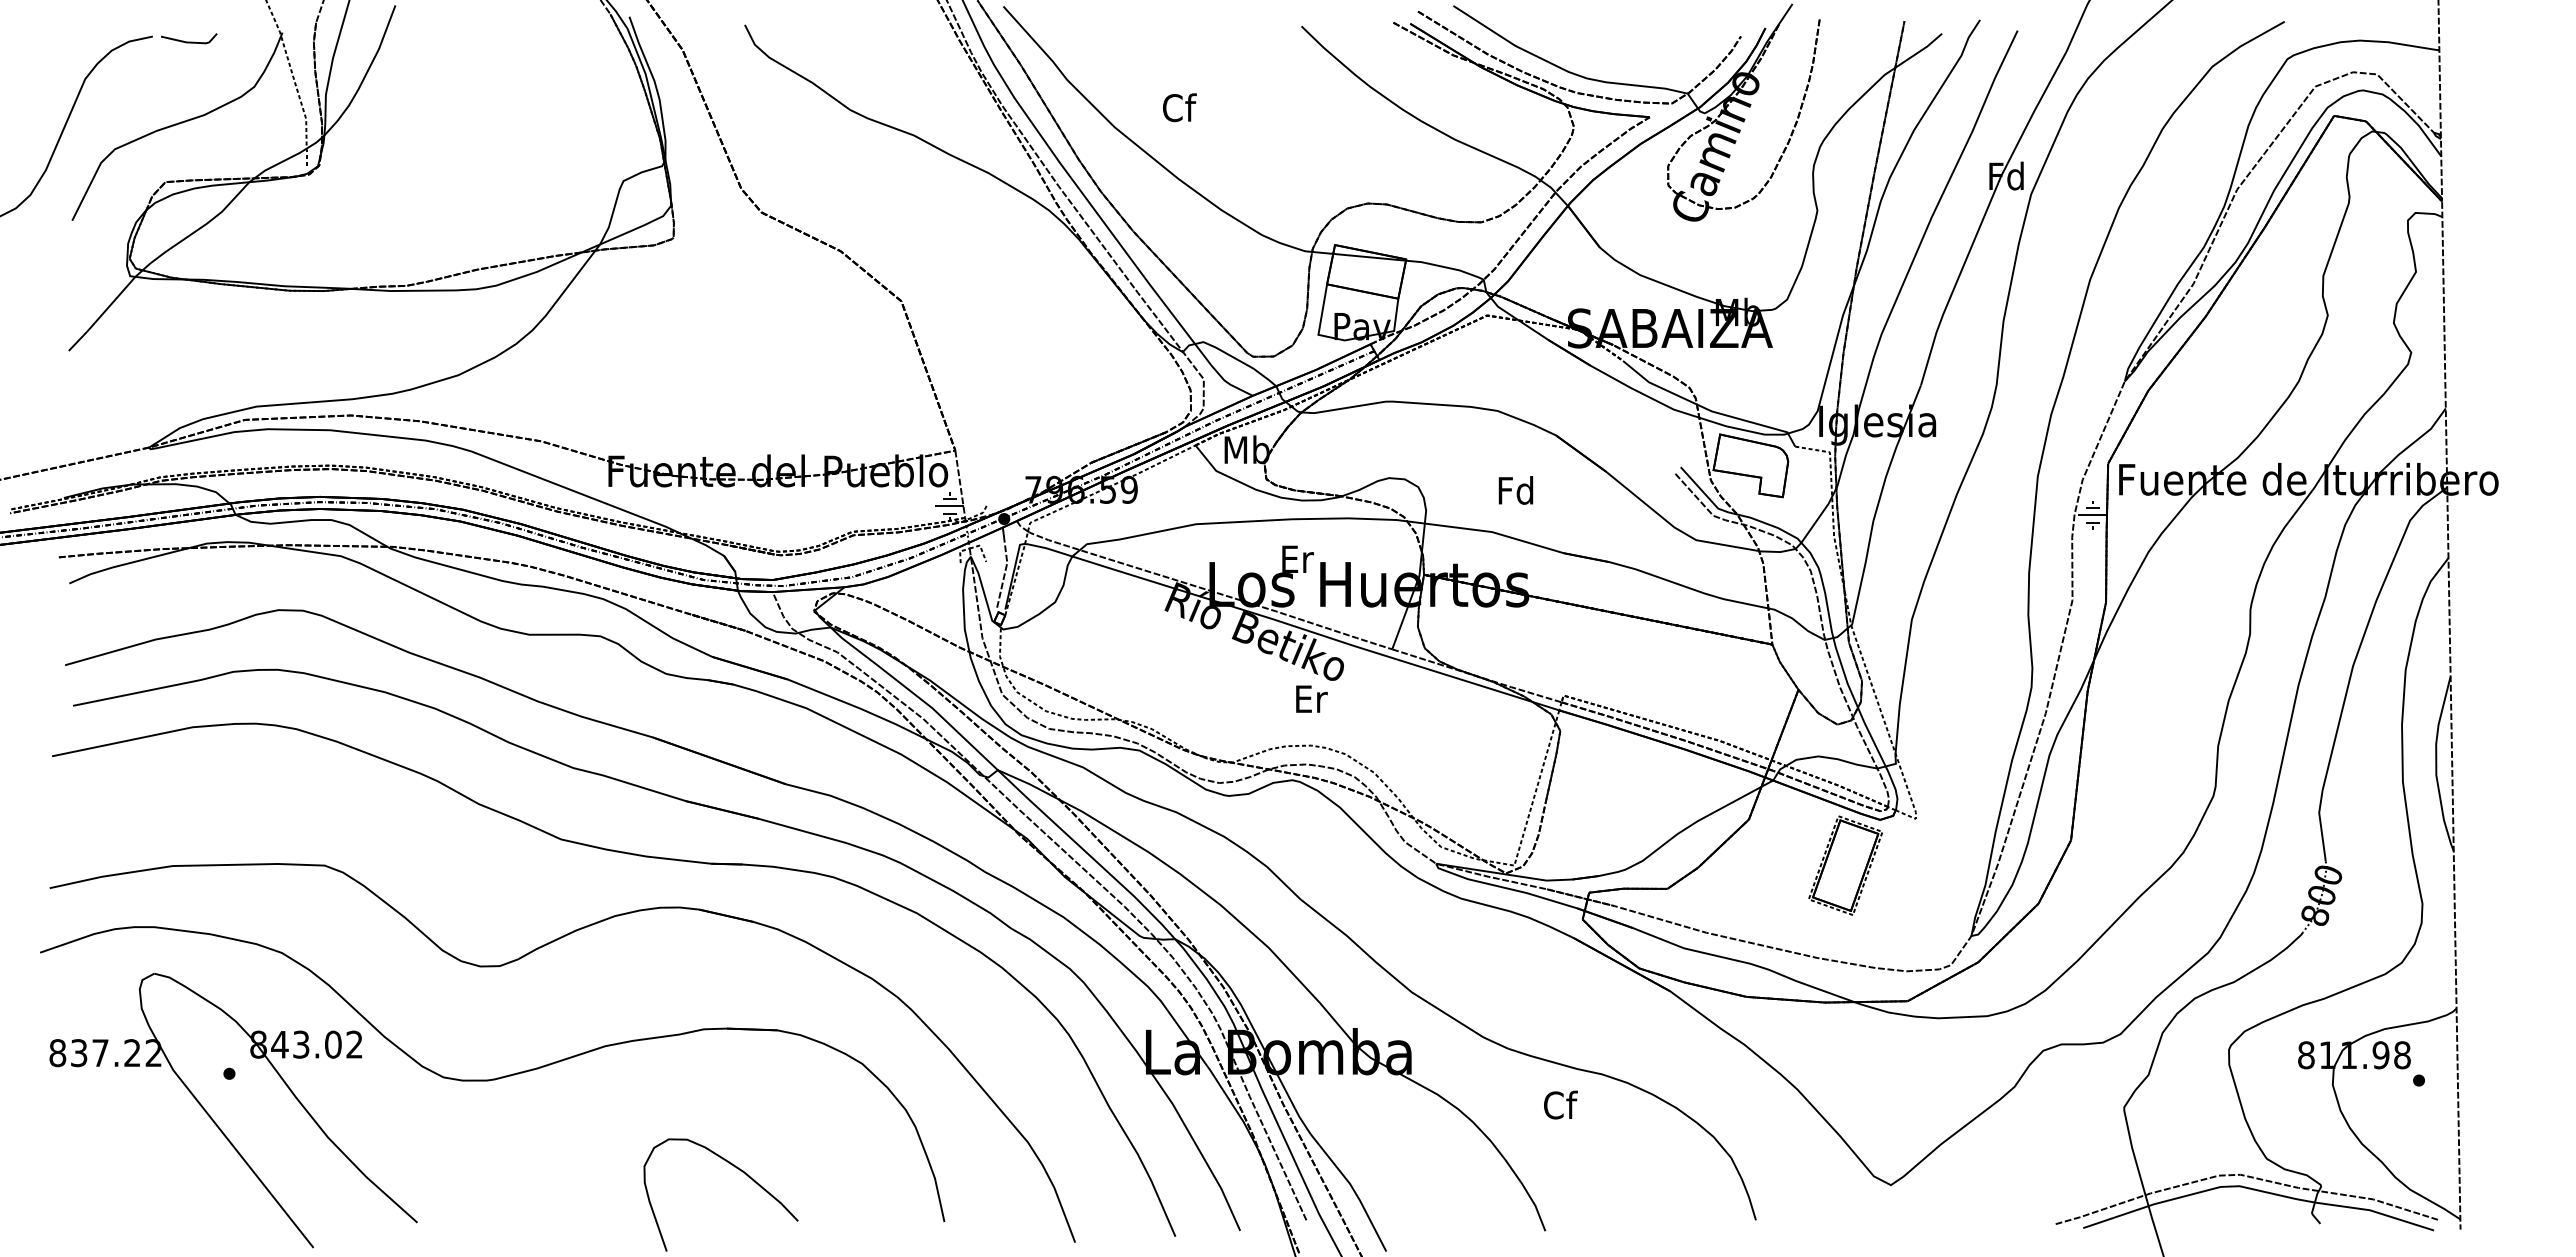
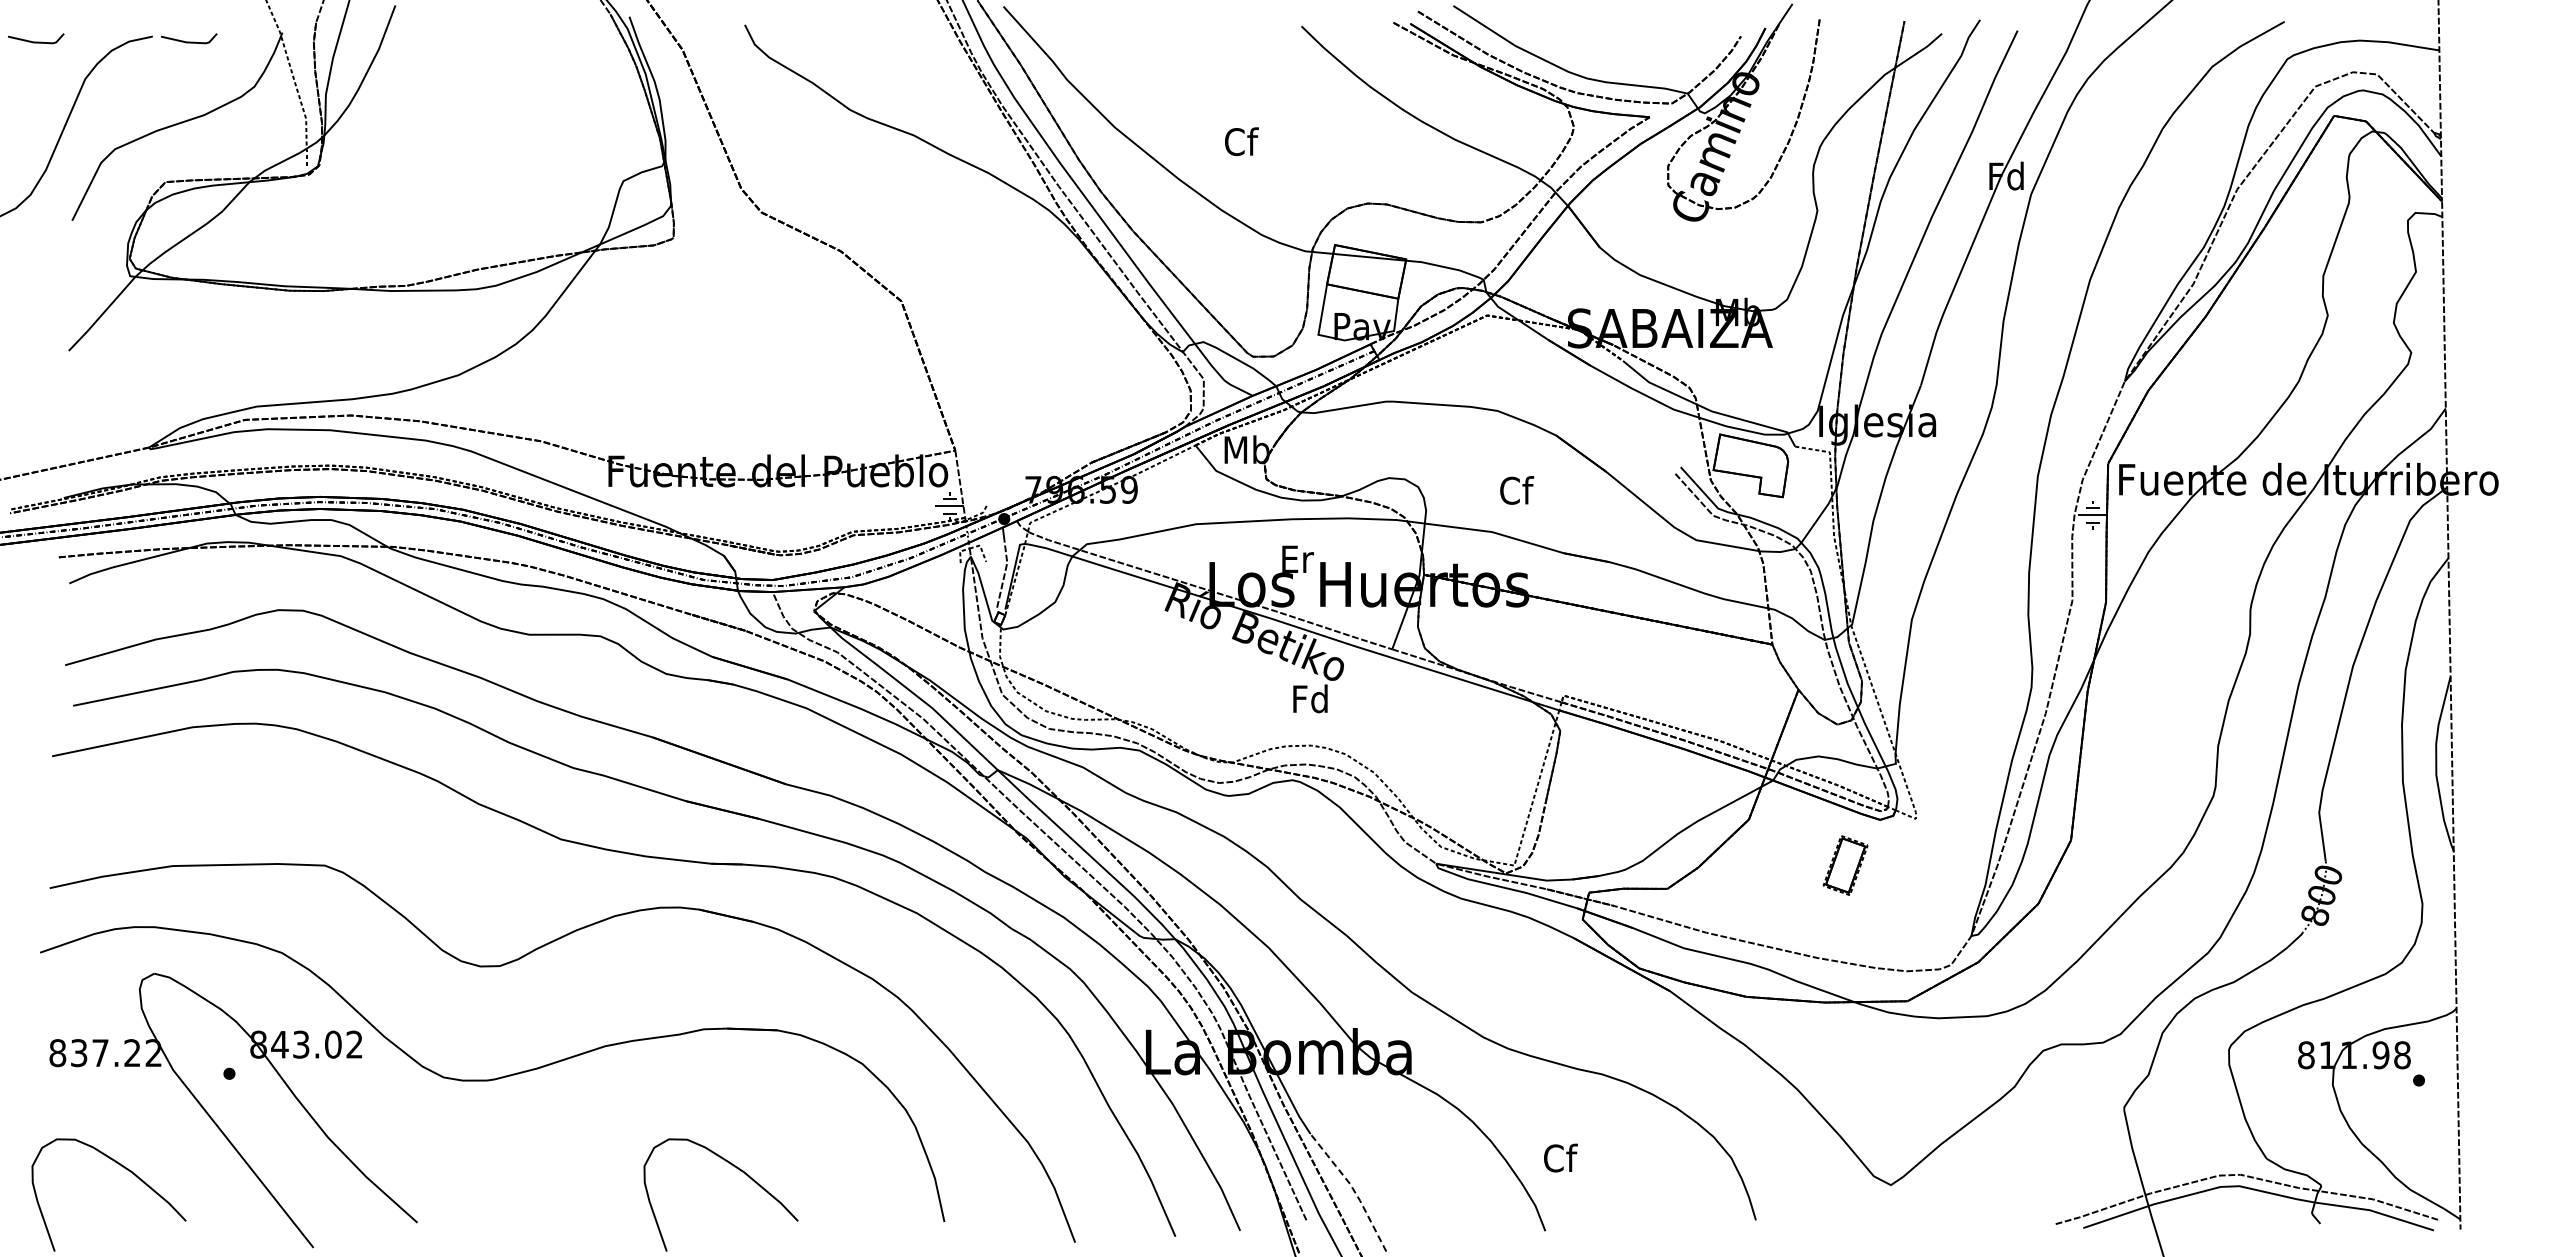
line at (36, 41): none -> present
text at (1179, 107) position: (1179, 107) -> (1241, 141)
text at (1516, 490): Fd -> Cf
text at (1310, 698): Er -> Fd
part at (1845, 865) size: 75x101 px -> 47x61 px
text at (1560, 1104) position: (1560, 1104) -> (1560, 1157)
curve at (122, 1167): none -> present
line at (1353, 1189): solid -> dashed
